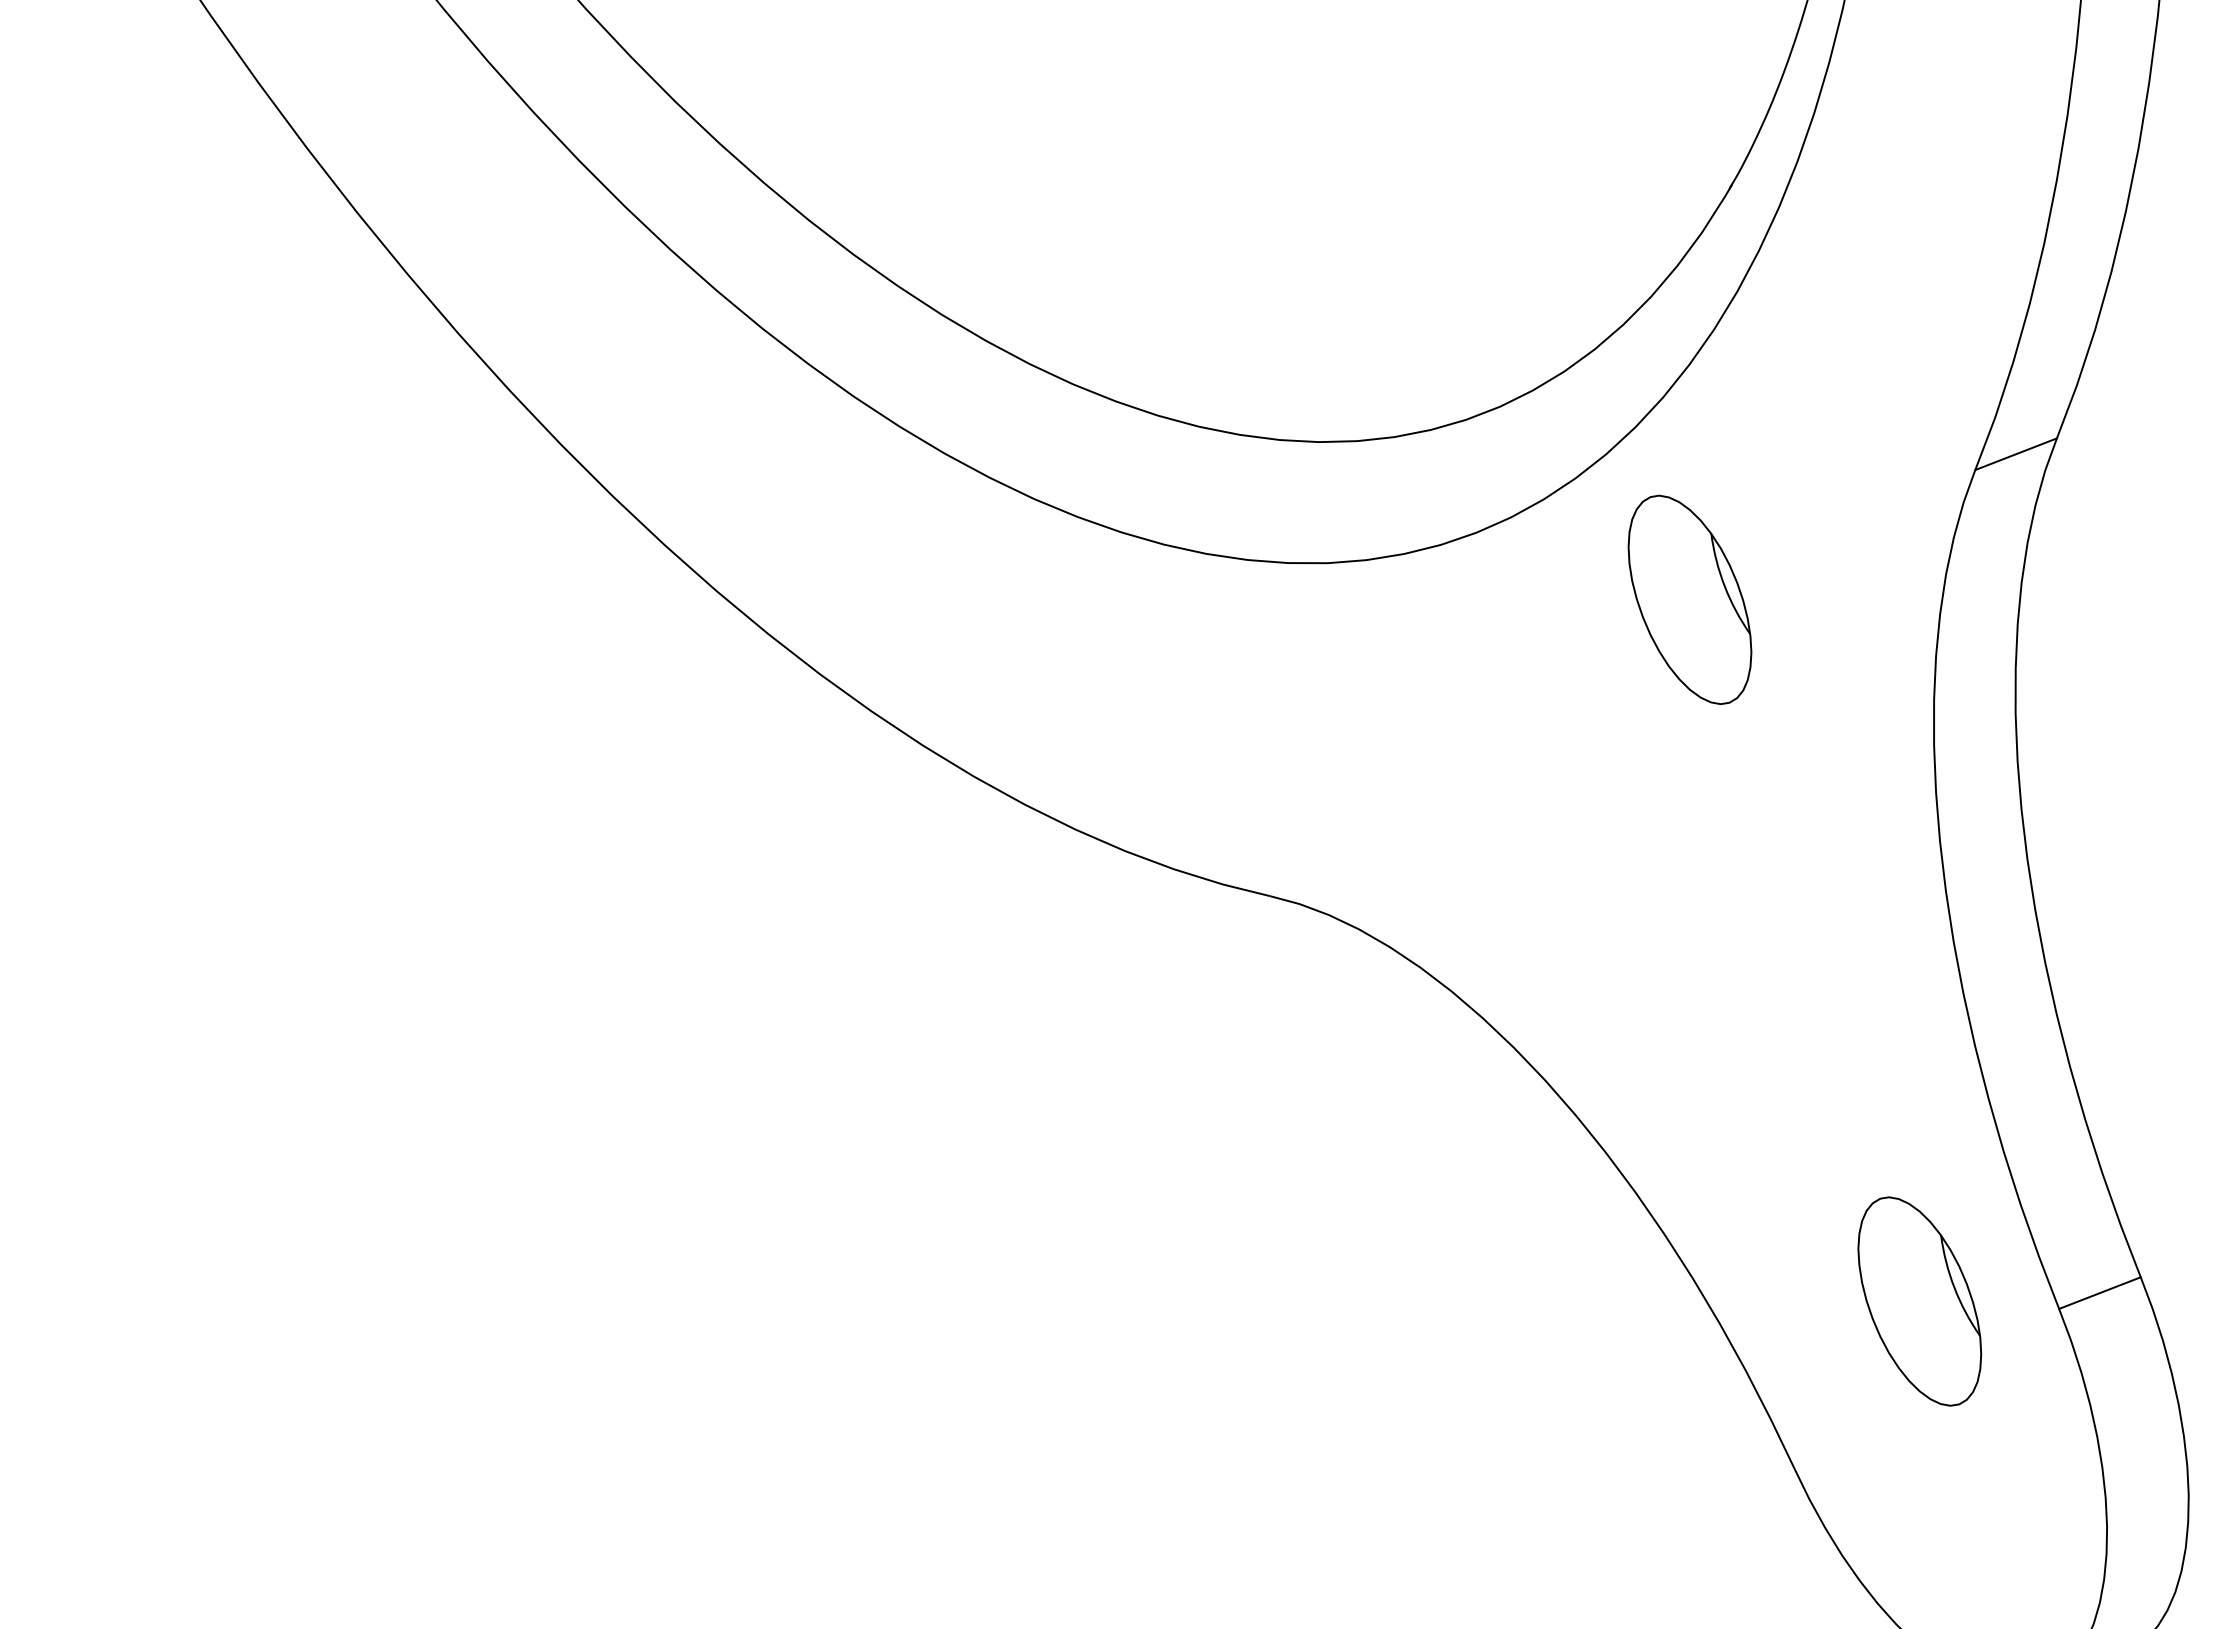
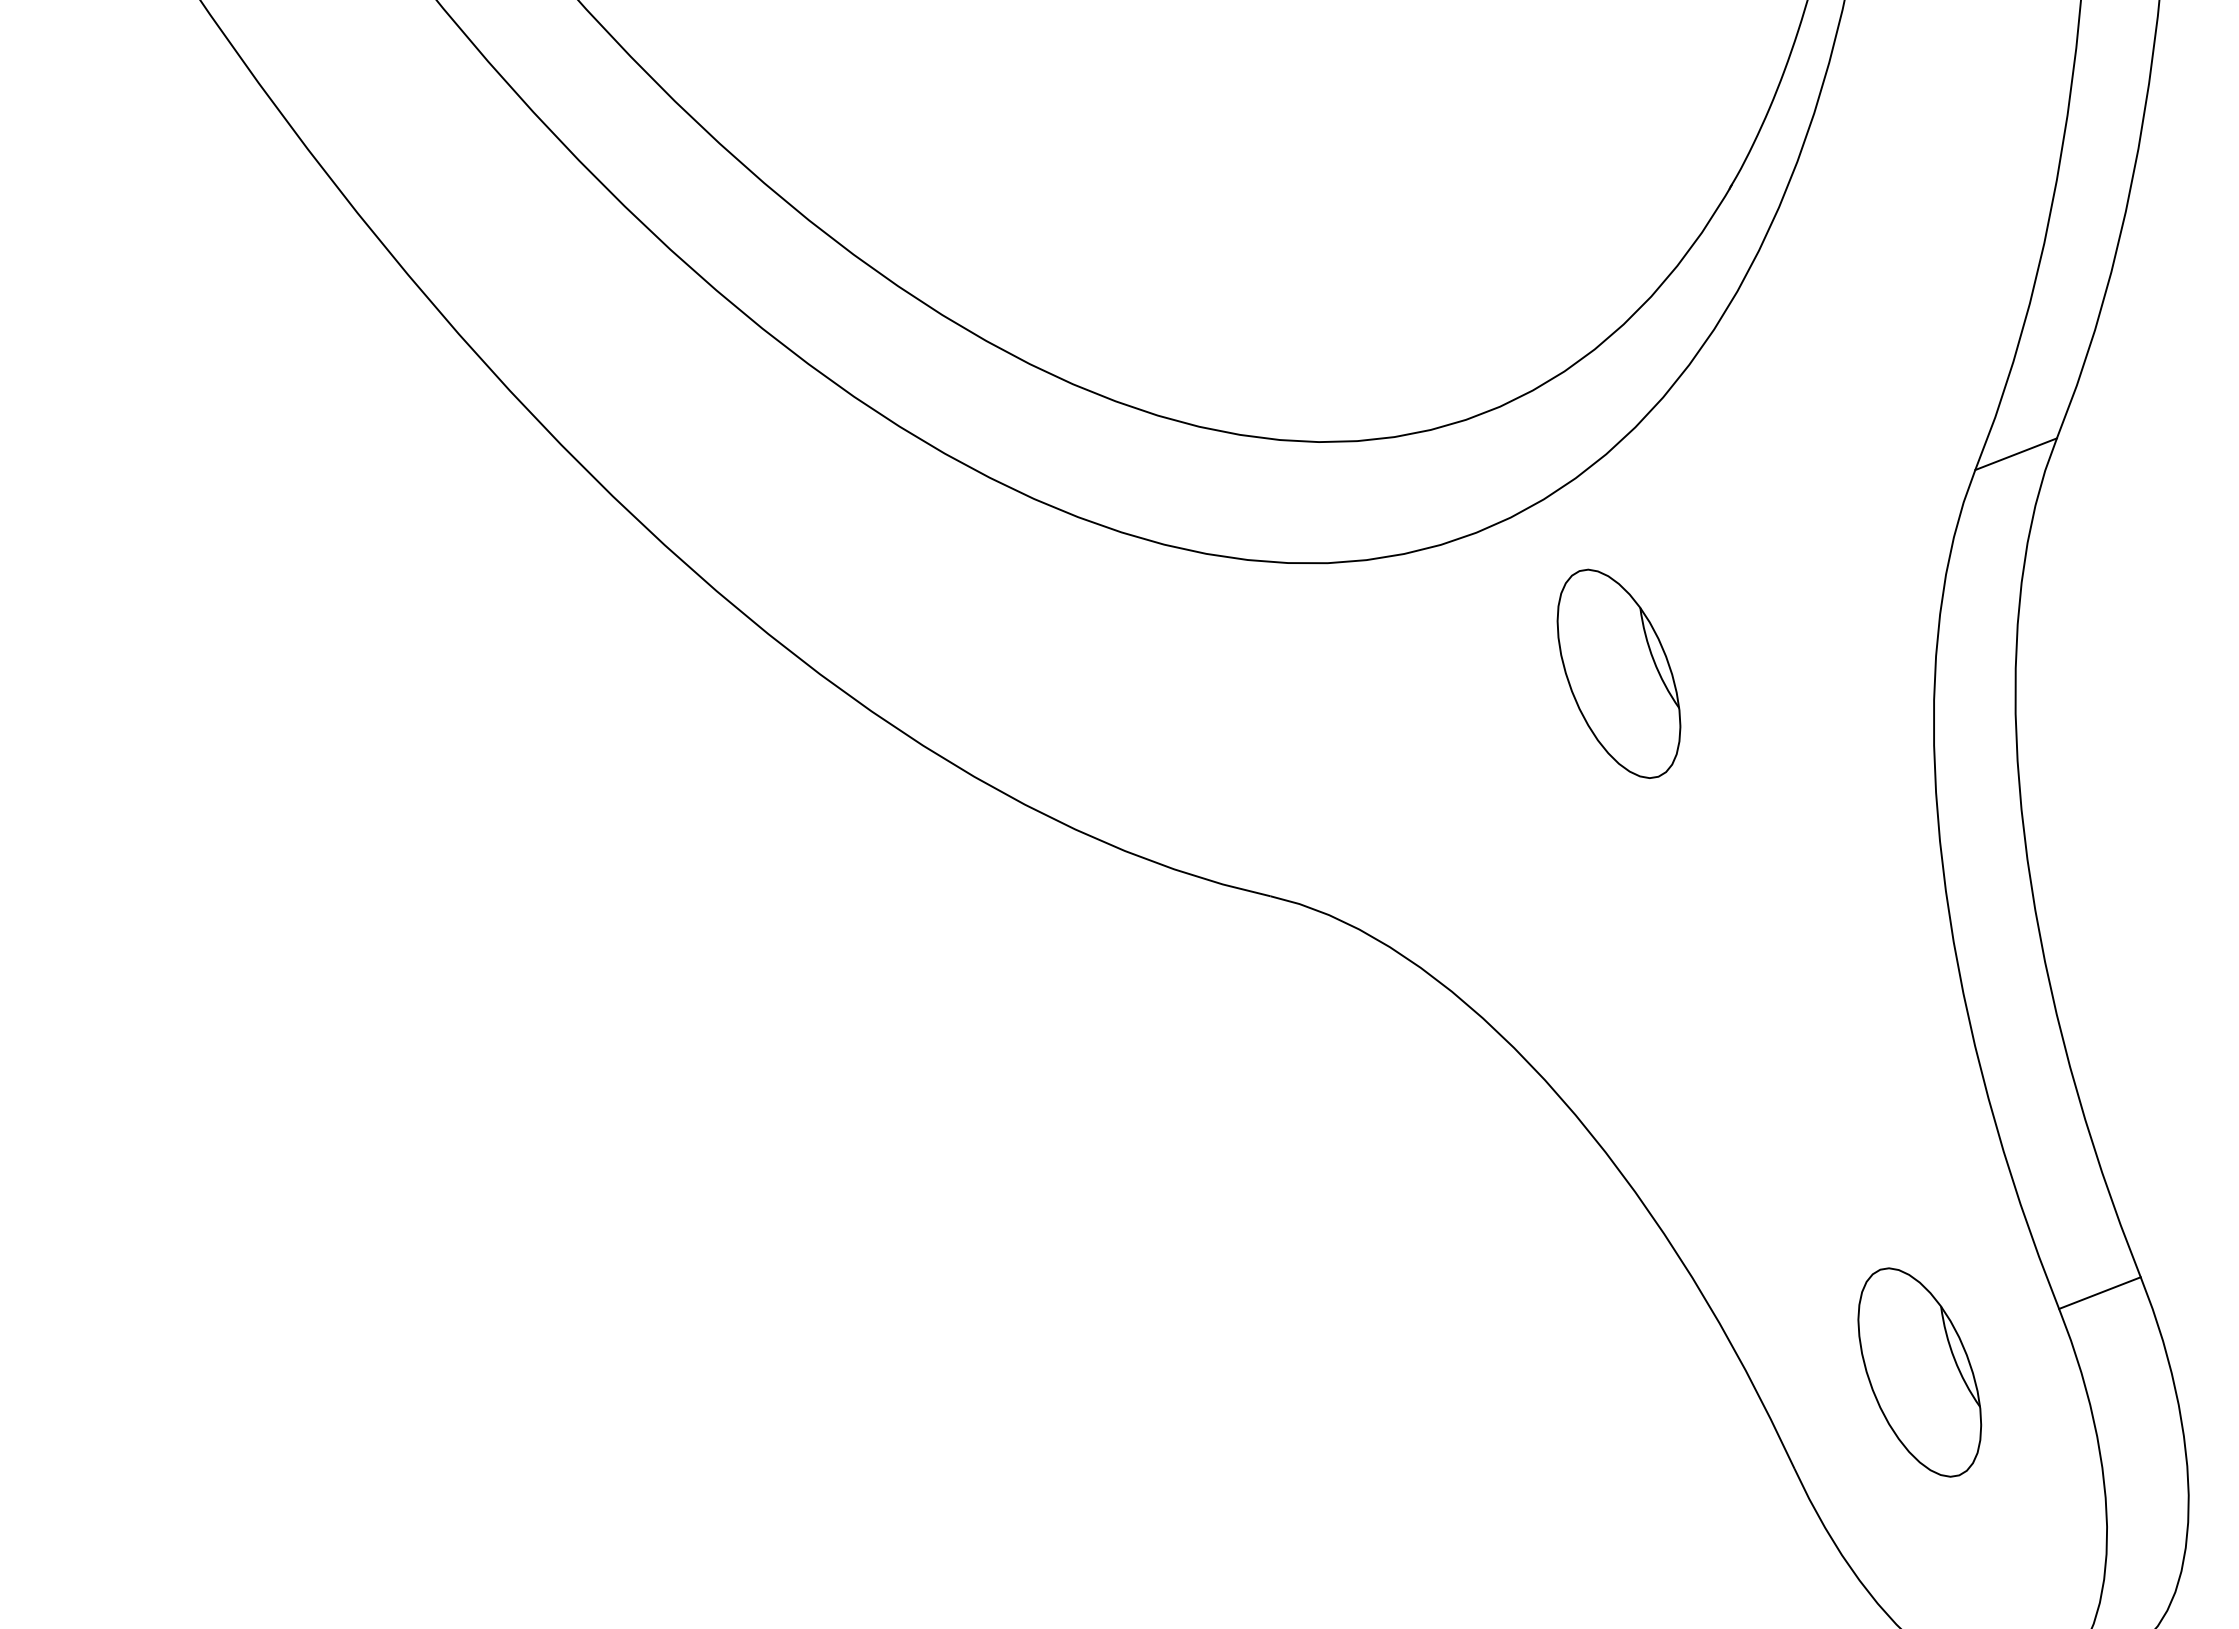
part at (1689, 599) position: (1689, 599) -> (1618, 673)
part at (1919, 1301) position: (1919, 1301) -> (1919, 1372)
